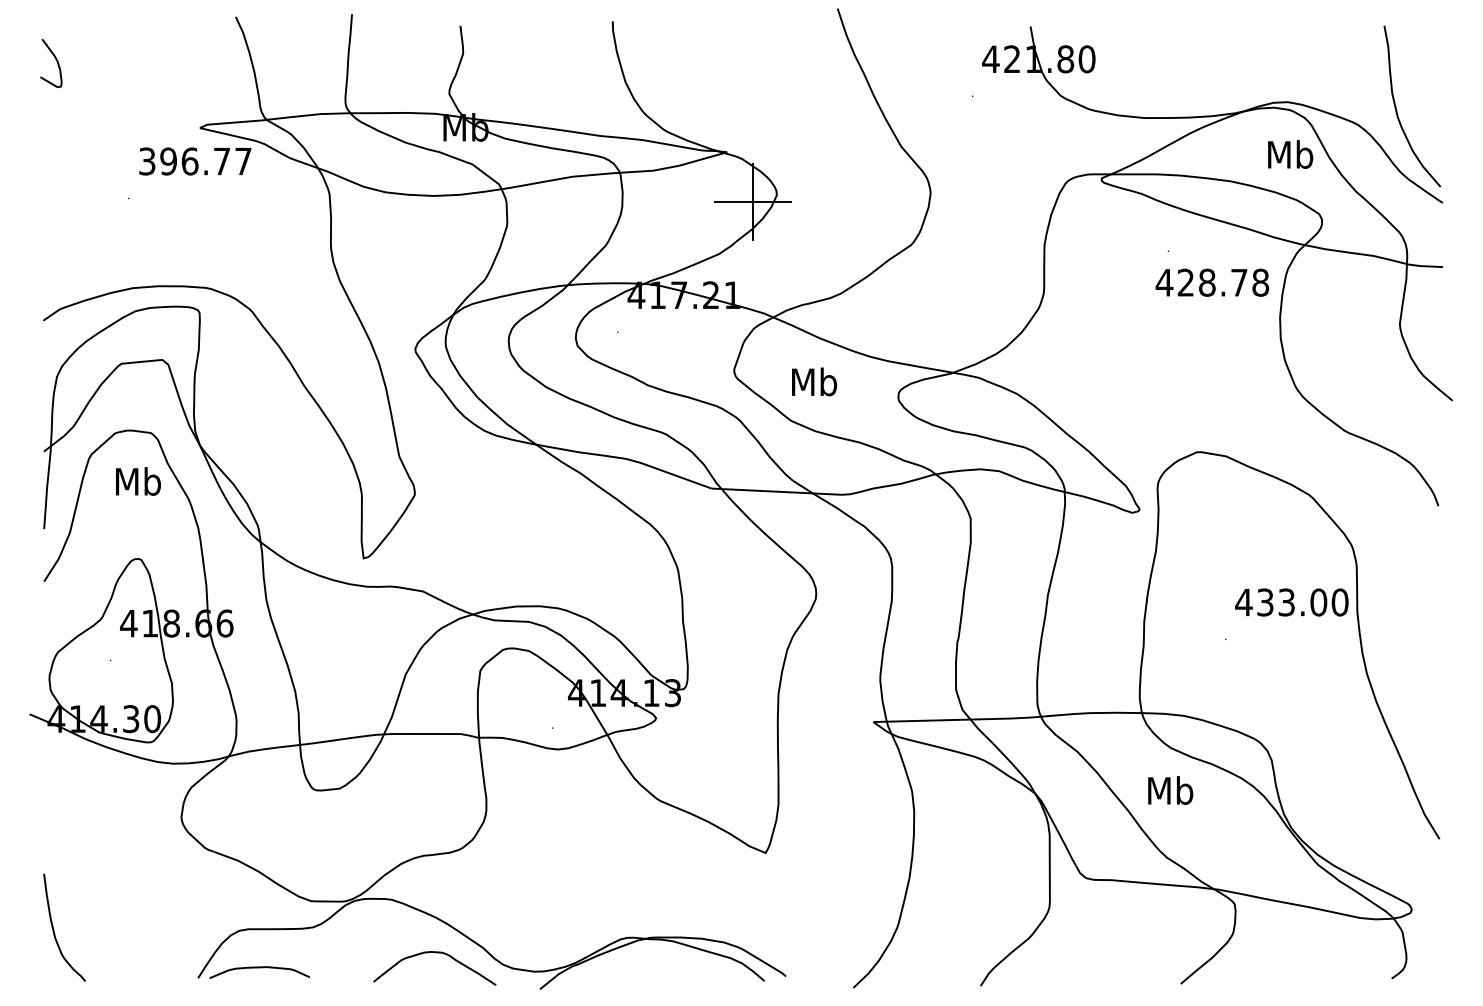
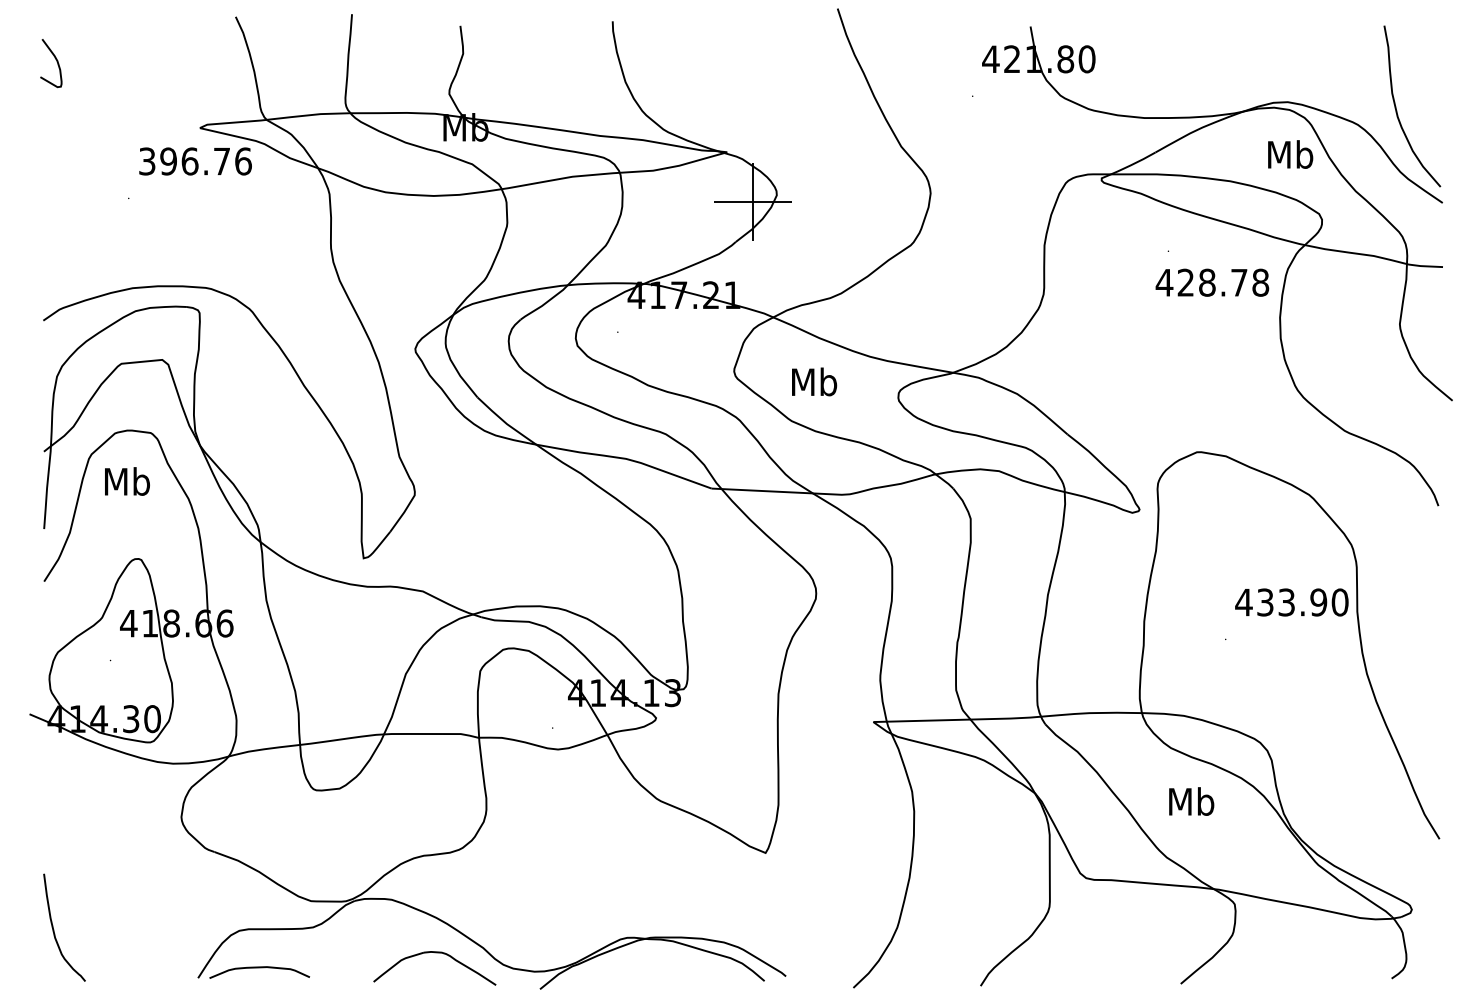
text at (243, 161): 396.77 -> 396.76
text at (138, 481) position: (138, 481) -> (127, 481)
text at (1318, 602): 433.00 -> 433.90
text at (1170, 790) position: (1170, 790) -> (1191, 801)
